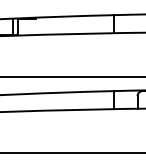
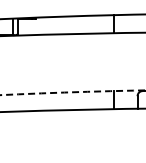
line at (72, 76): present -> none
arc at (72, 92): solid -> dashed
line at (72, 152): present -> none
